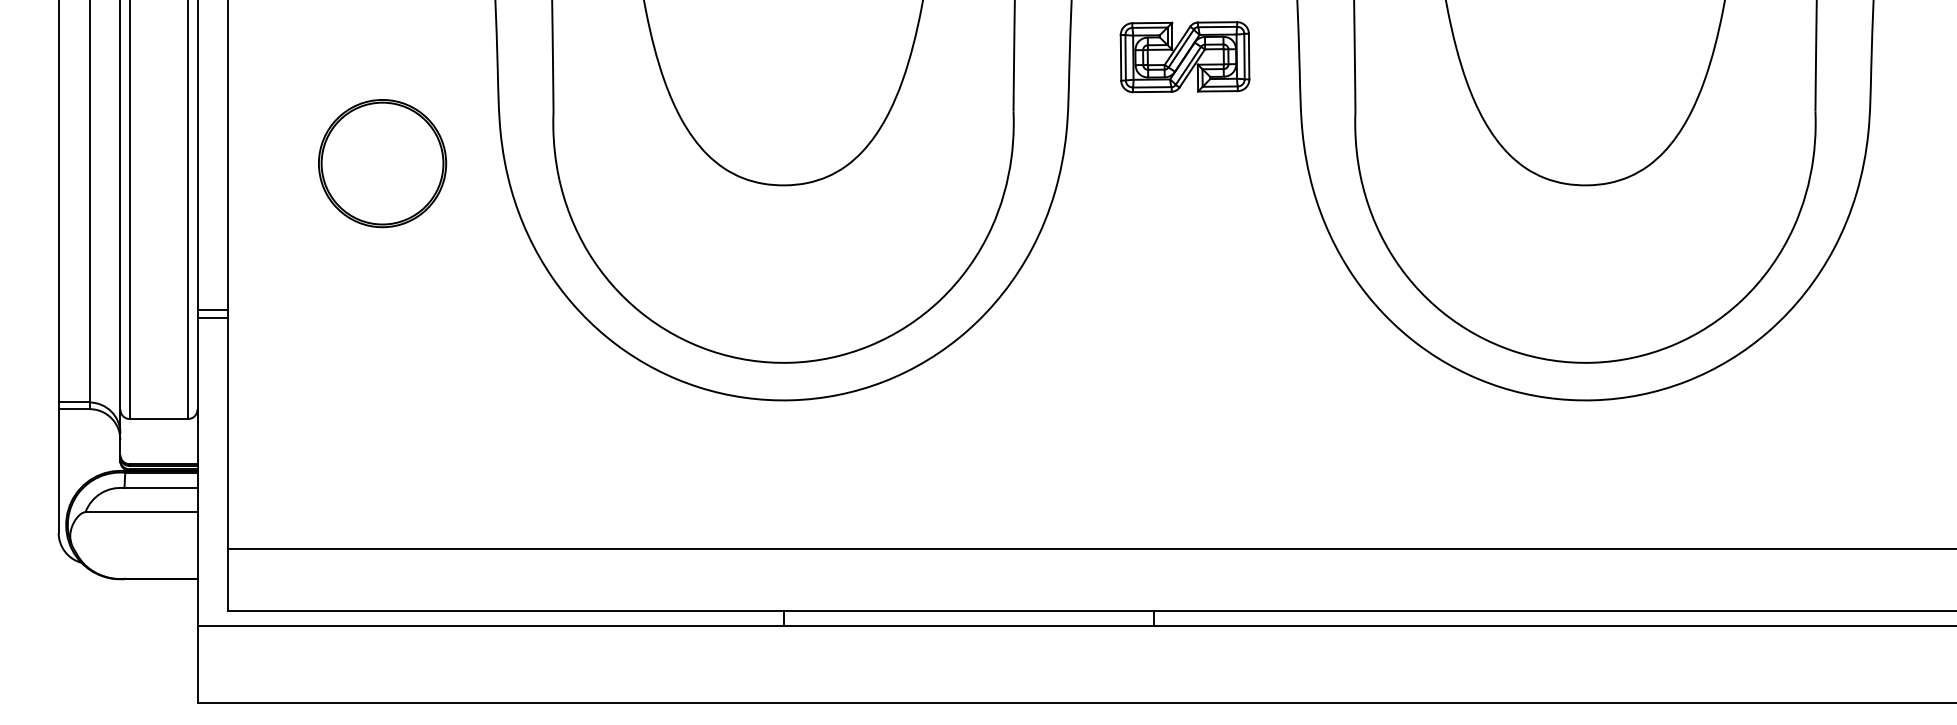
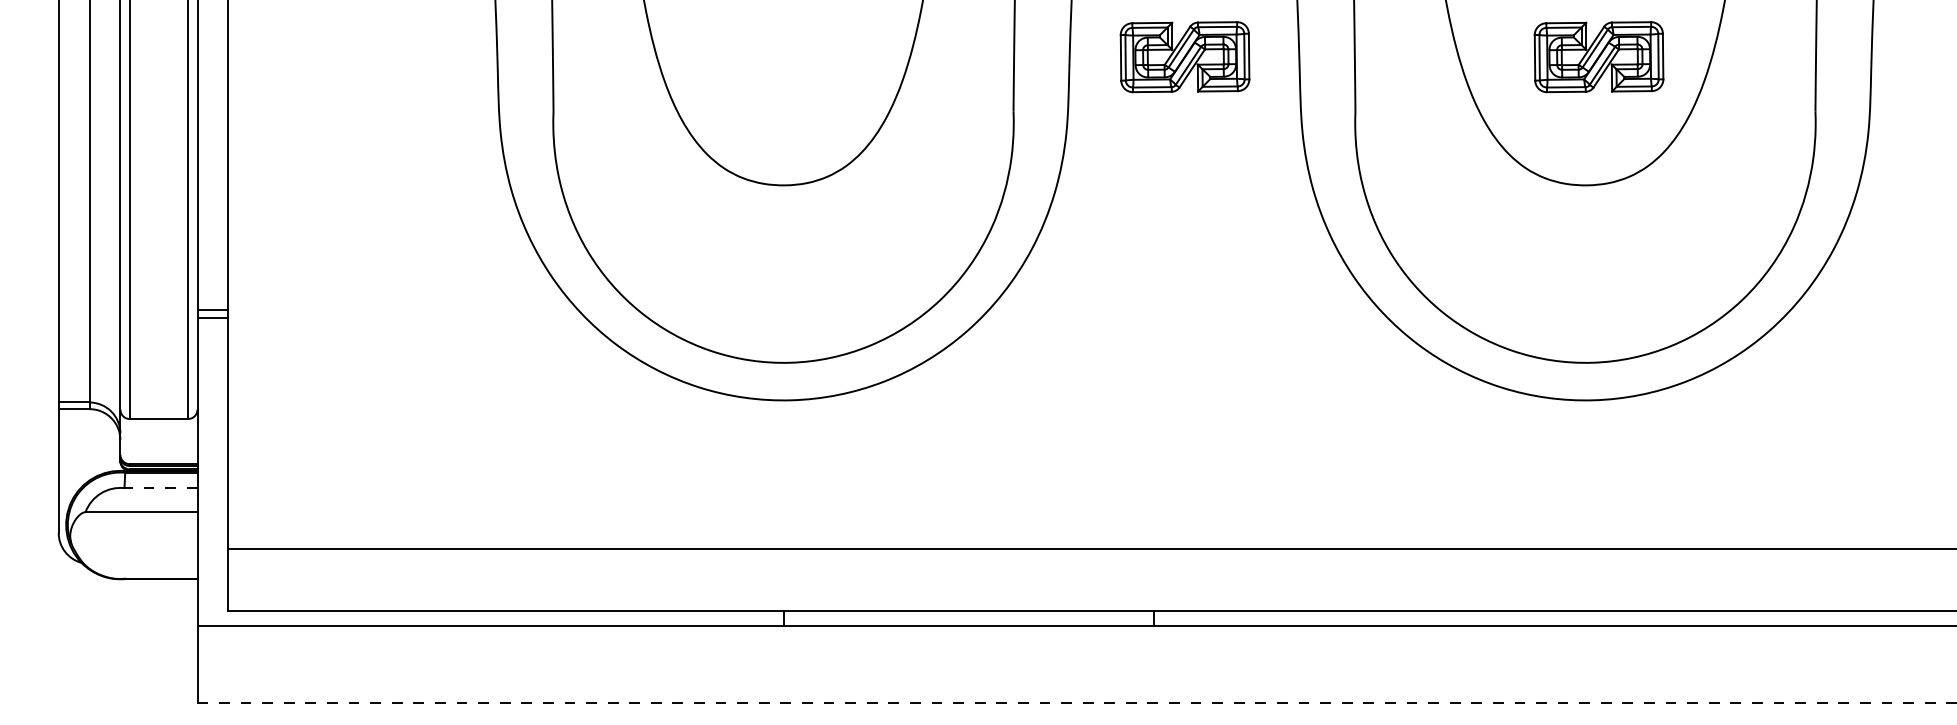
part at (1598, 57): none -> present
part at (382, 163): present -> none
line at (160, 488): solid -> dashed
line at (1077, 703): solid -> dashed
